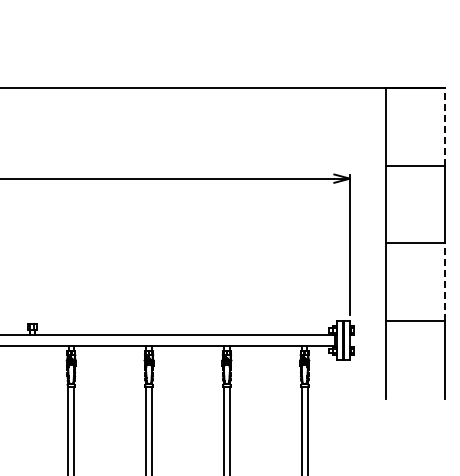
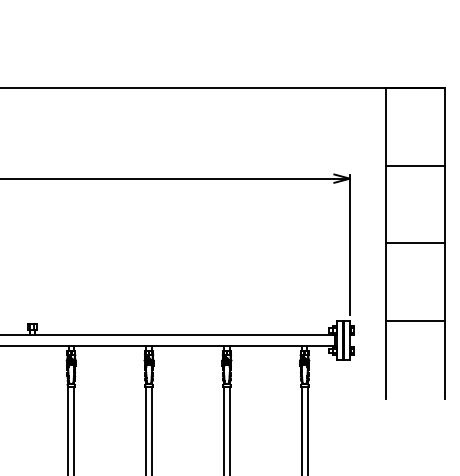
line at (444, 126): dashed -> solid
line at (444, 282): dashed -> solid
